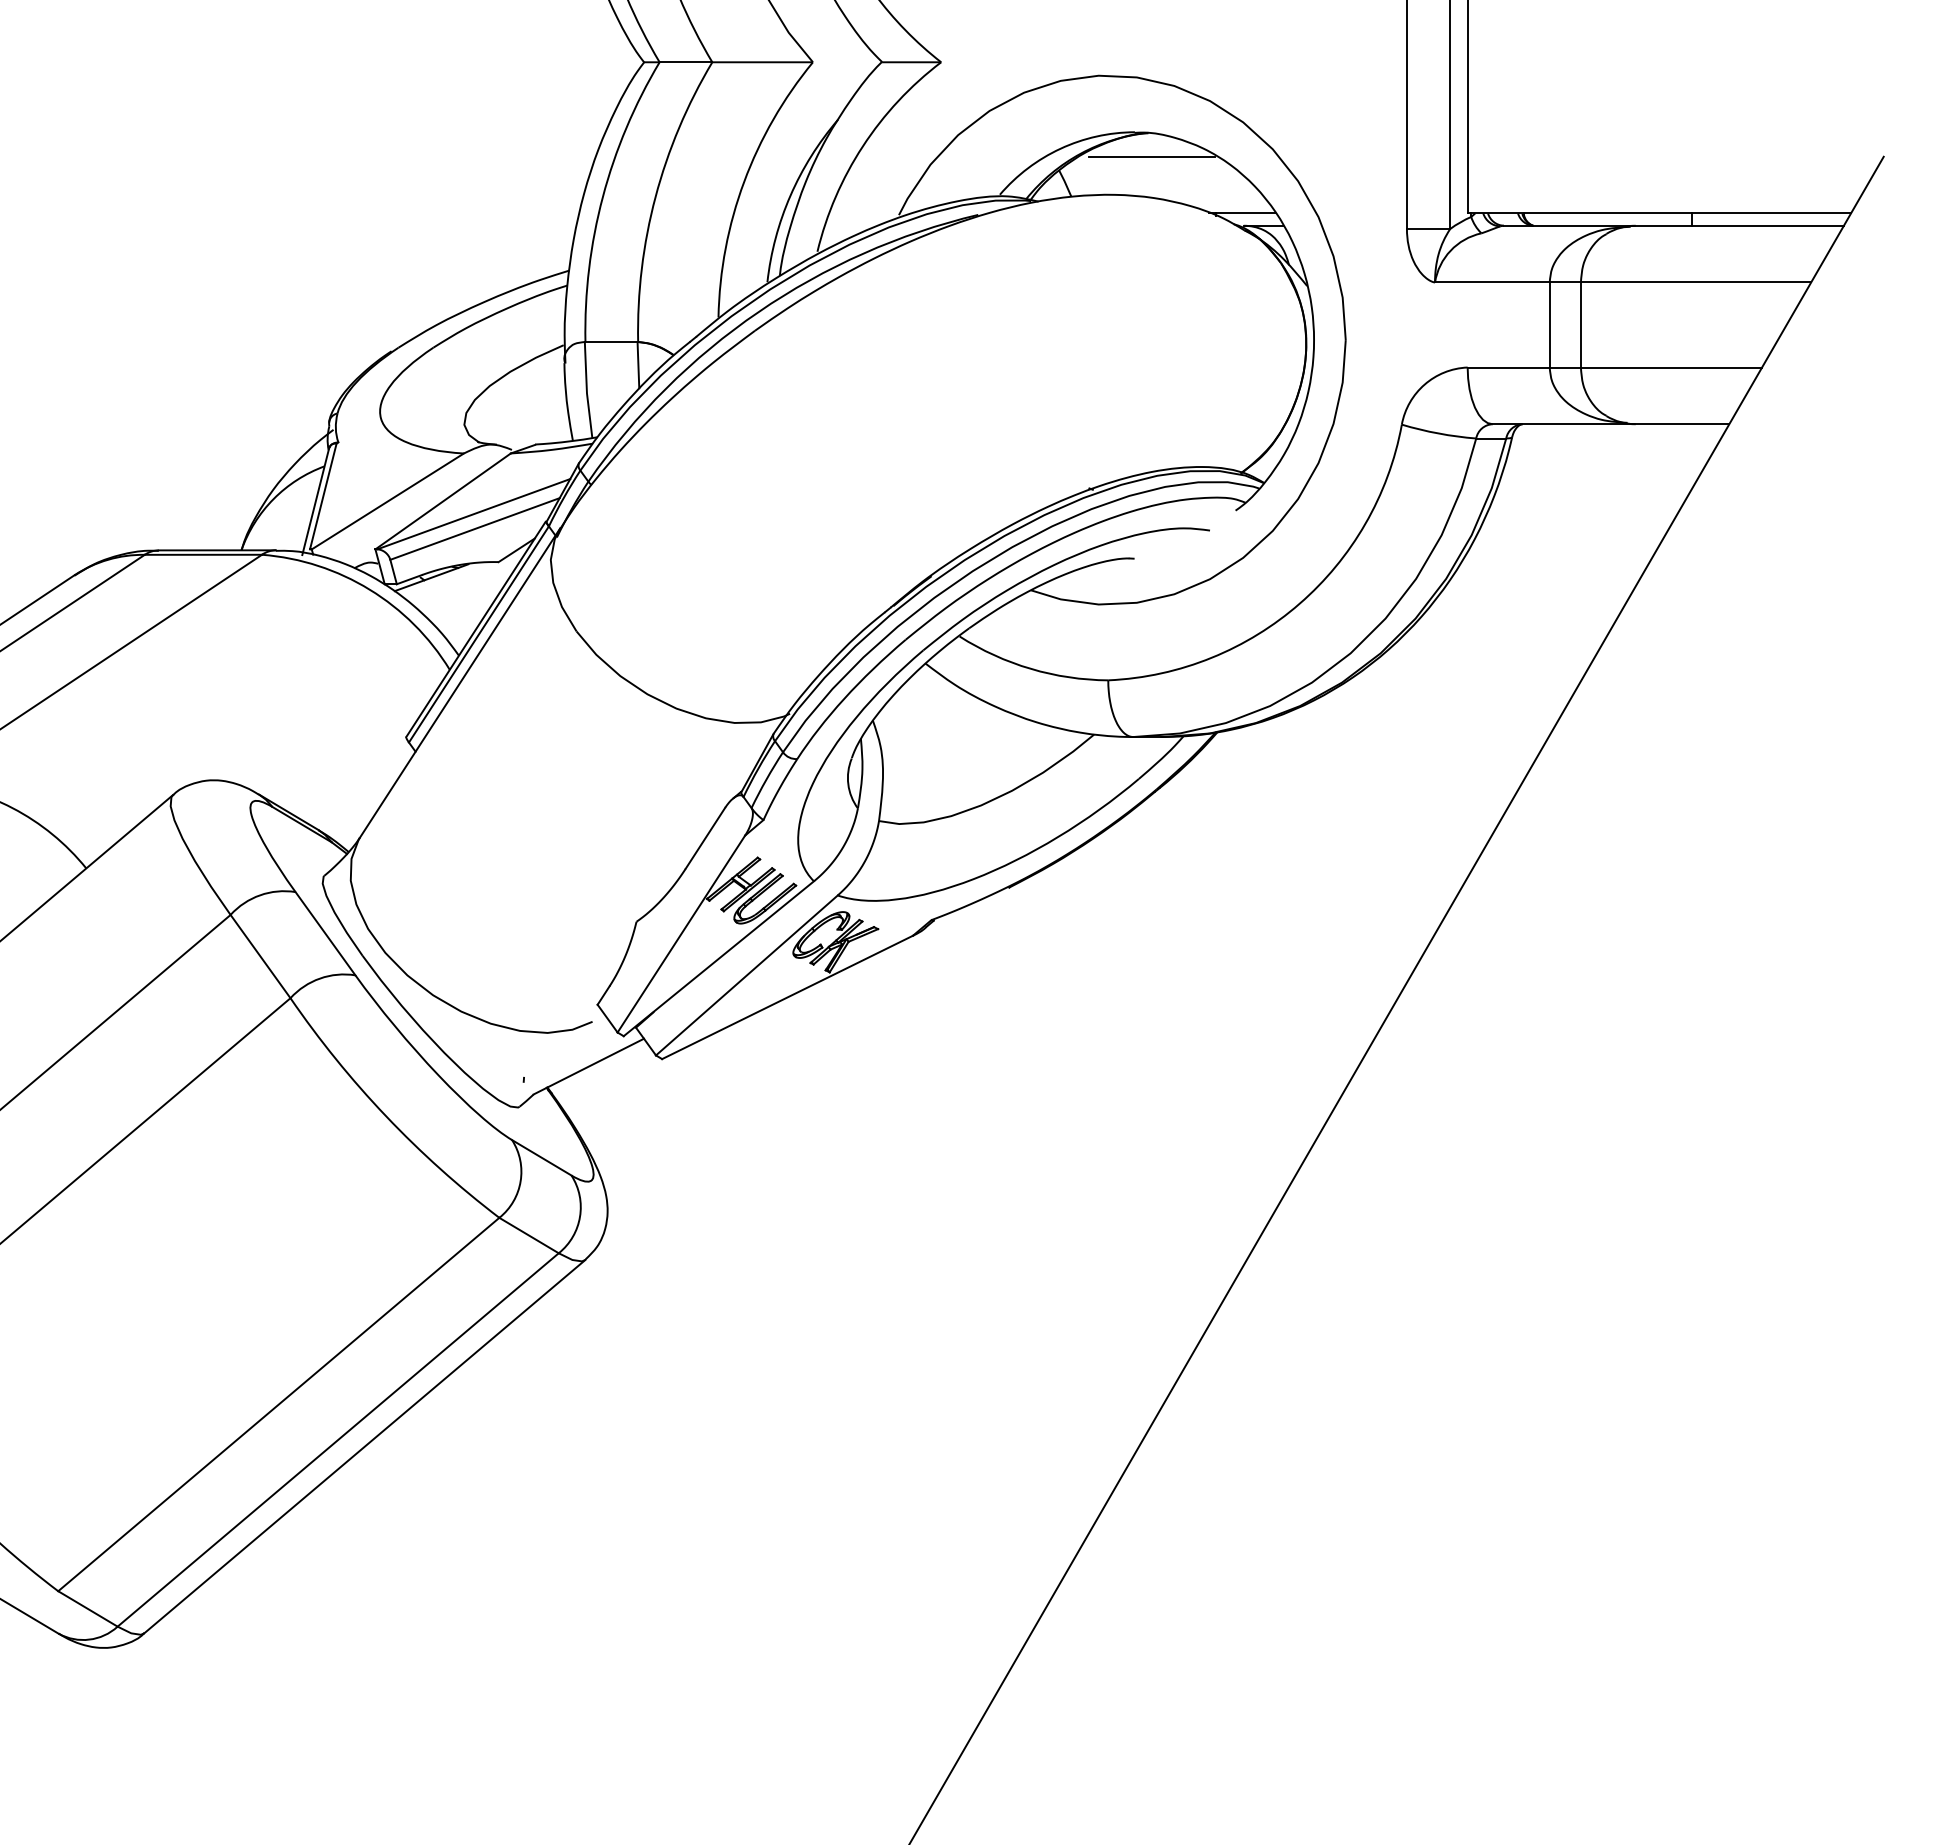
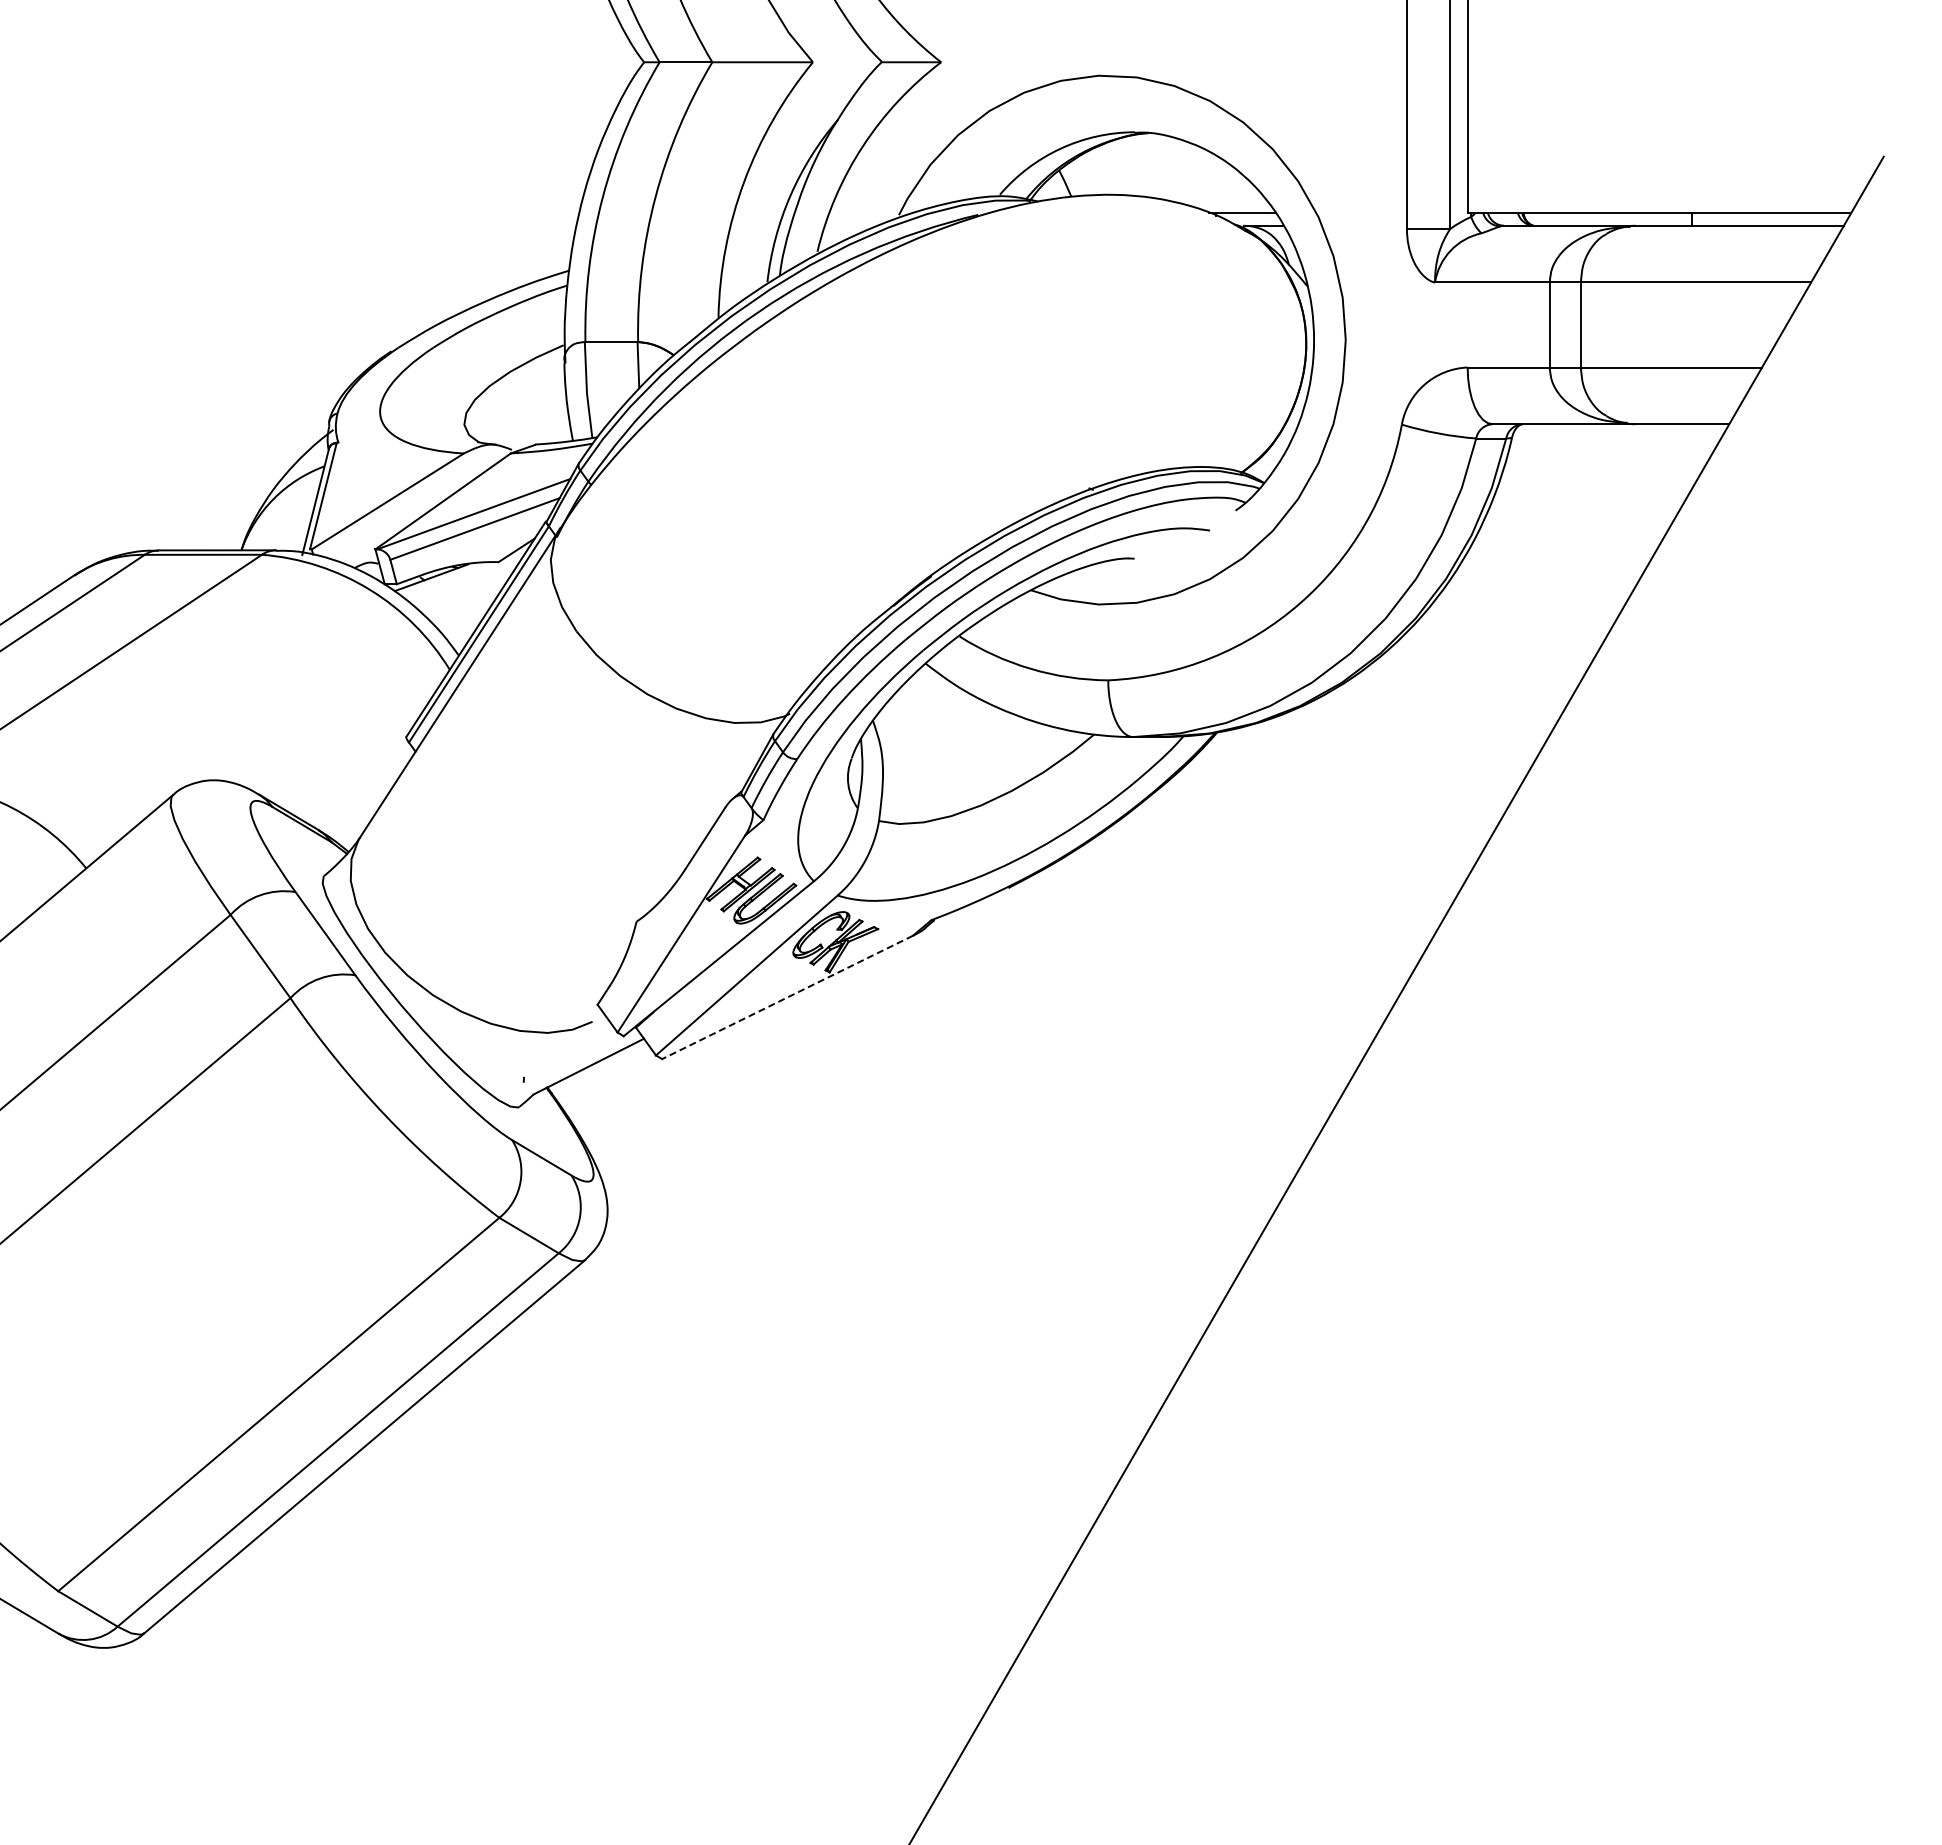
line at (1152, 156): present -> none
line at (787, 997): solid -> dashed
